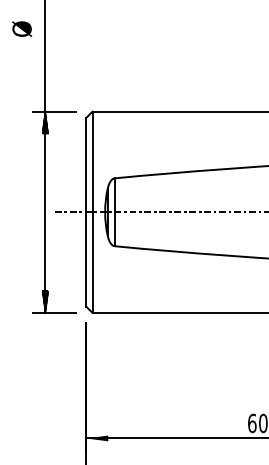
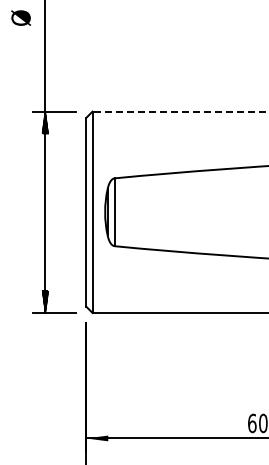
text at (21, 28) position: (21, 28) -> (20, 17)
line at (180, 111): solid -> dashed
line at (159, 212): present -> none
